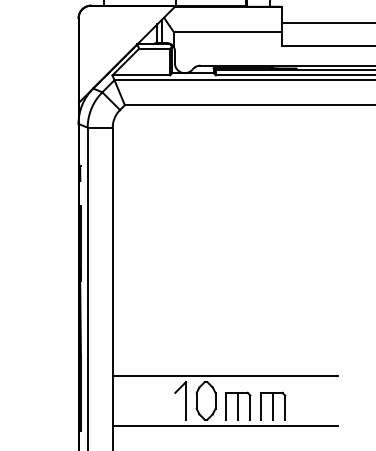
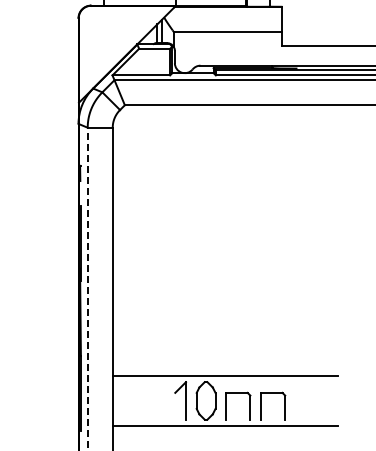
line at (327, 23): present -> none
line at (87, 288): solid -> dashed
line at (237, 405): present -> none
line at (272, 405): present -> none
